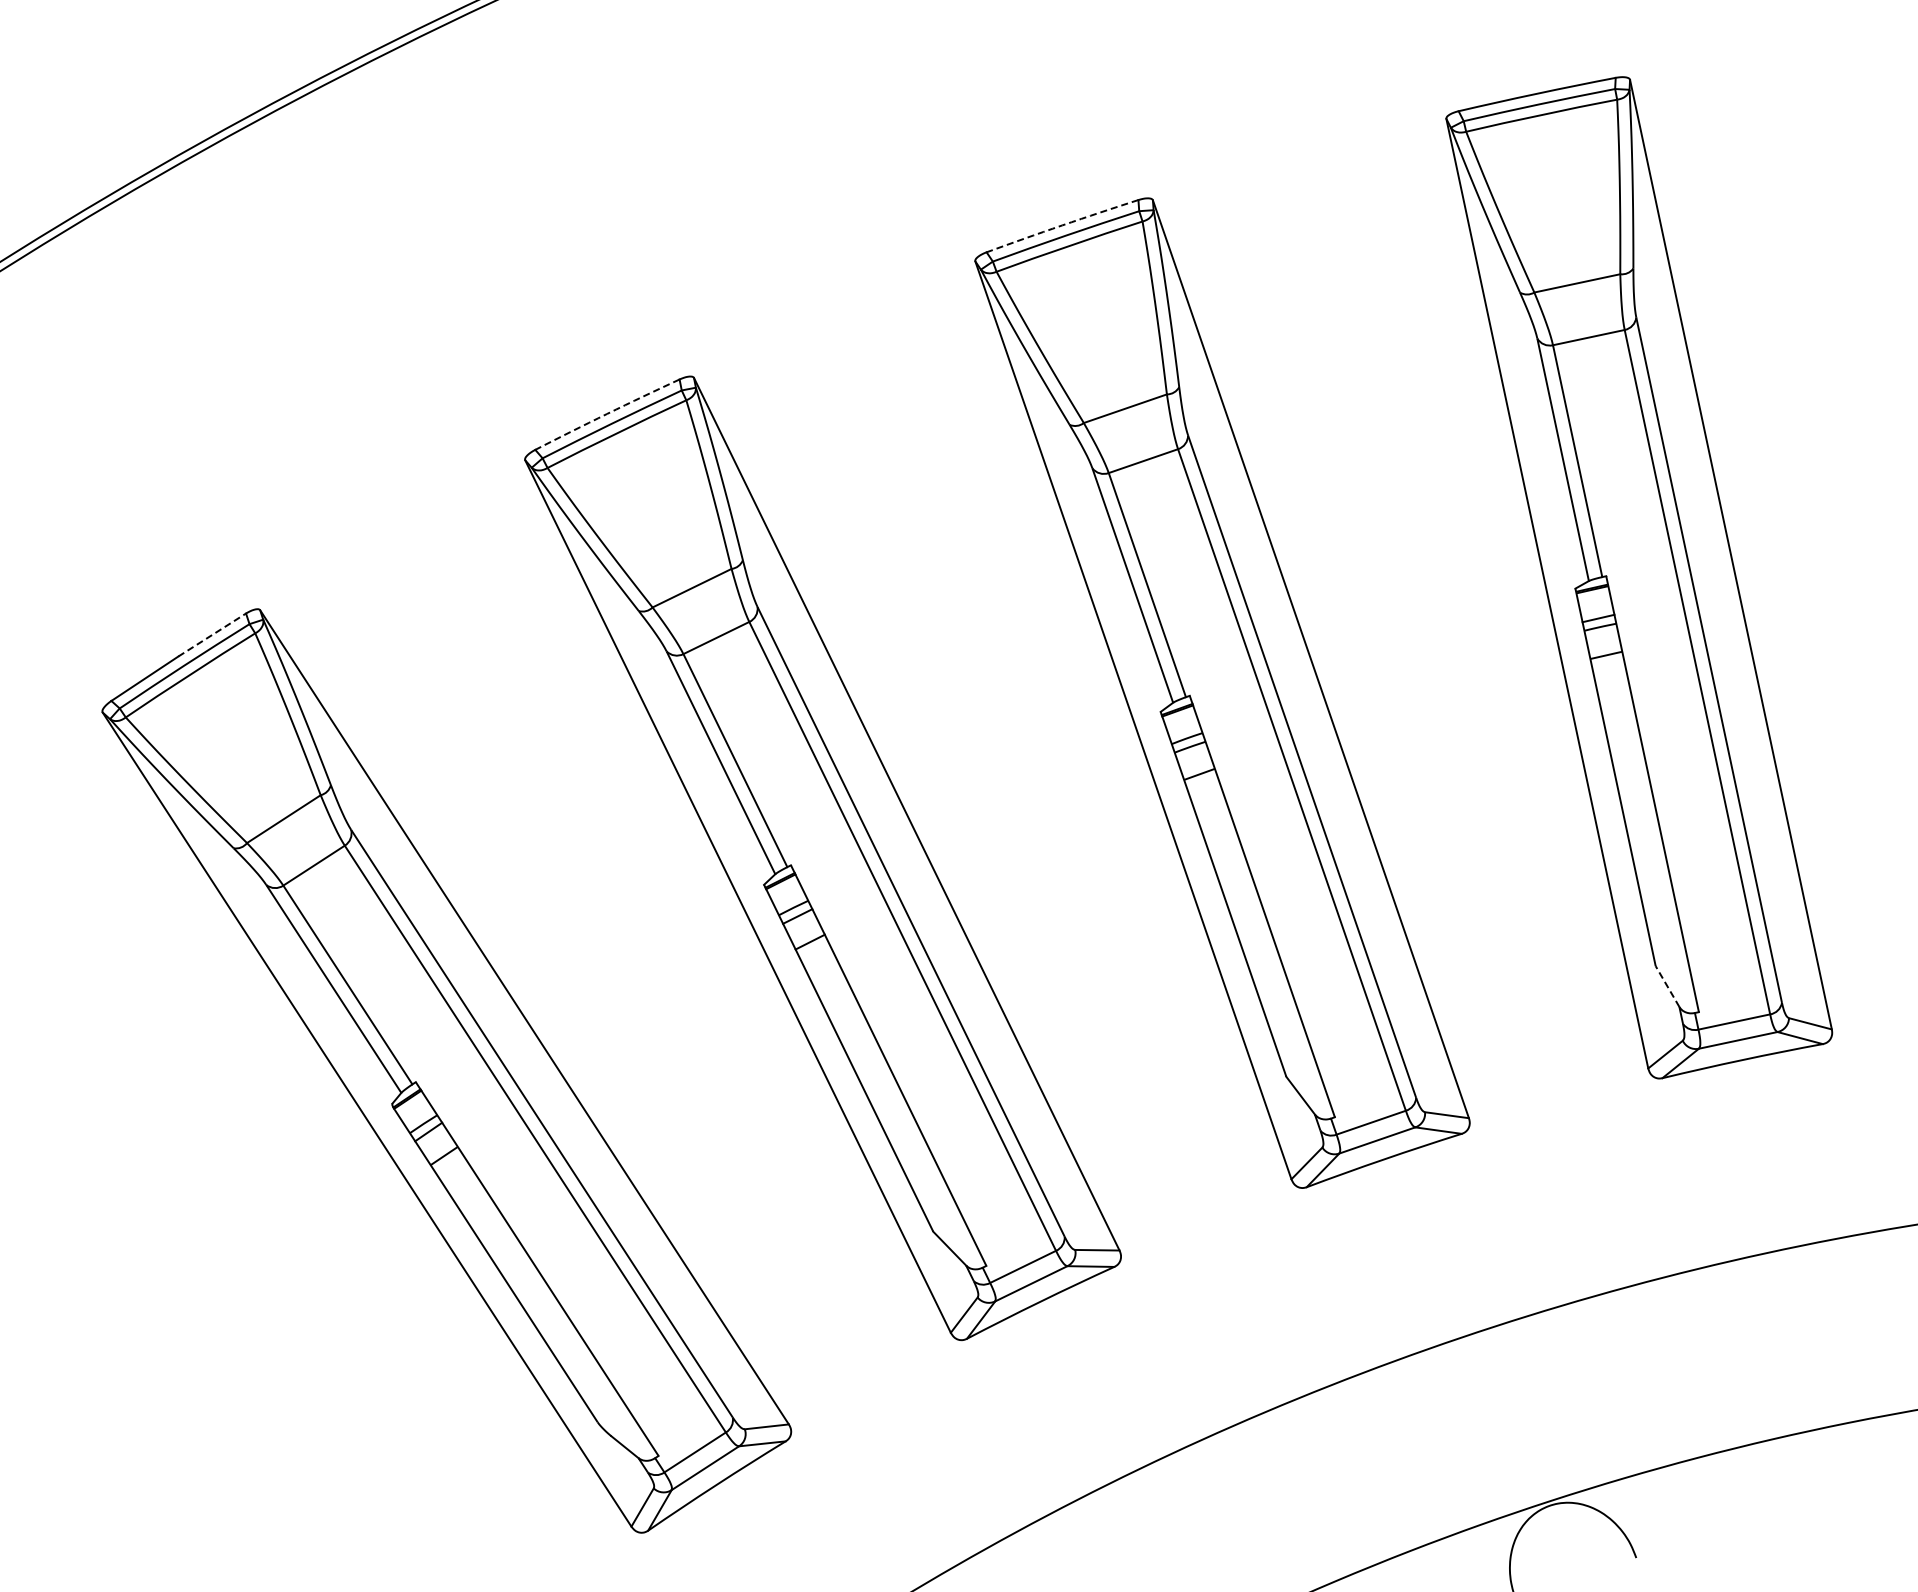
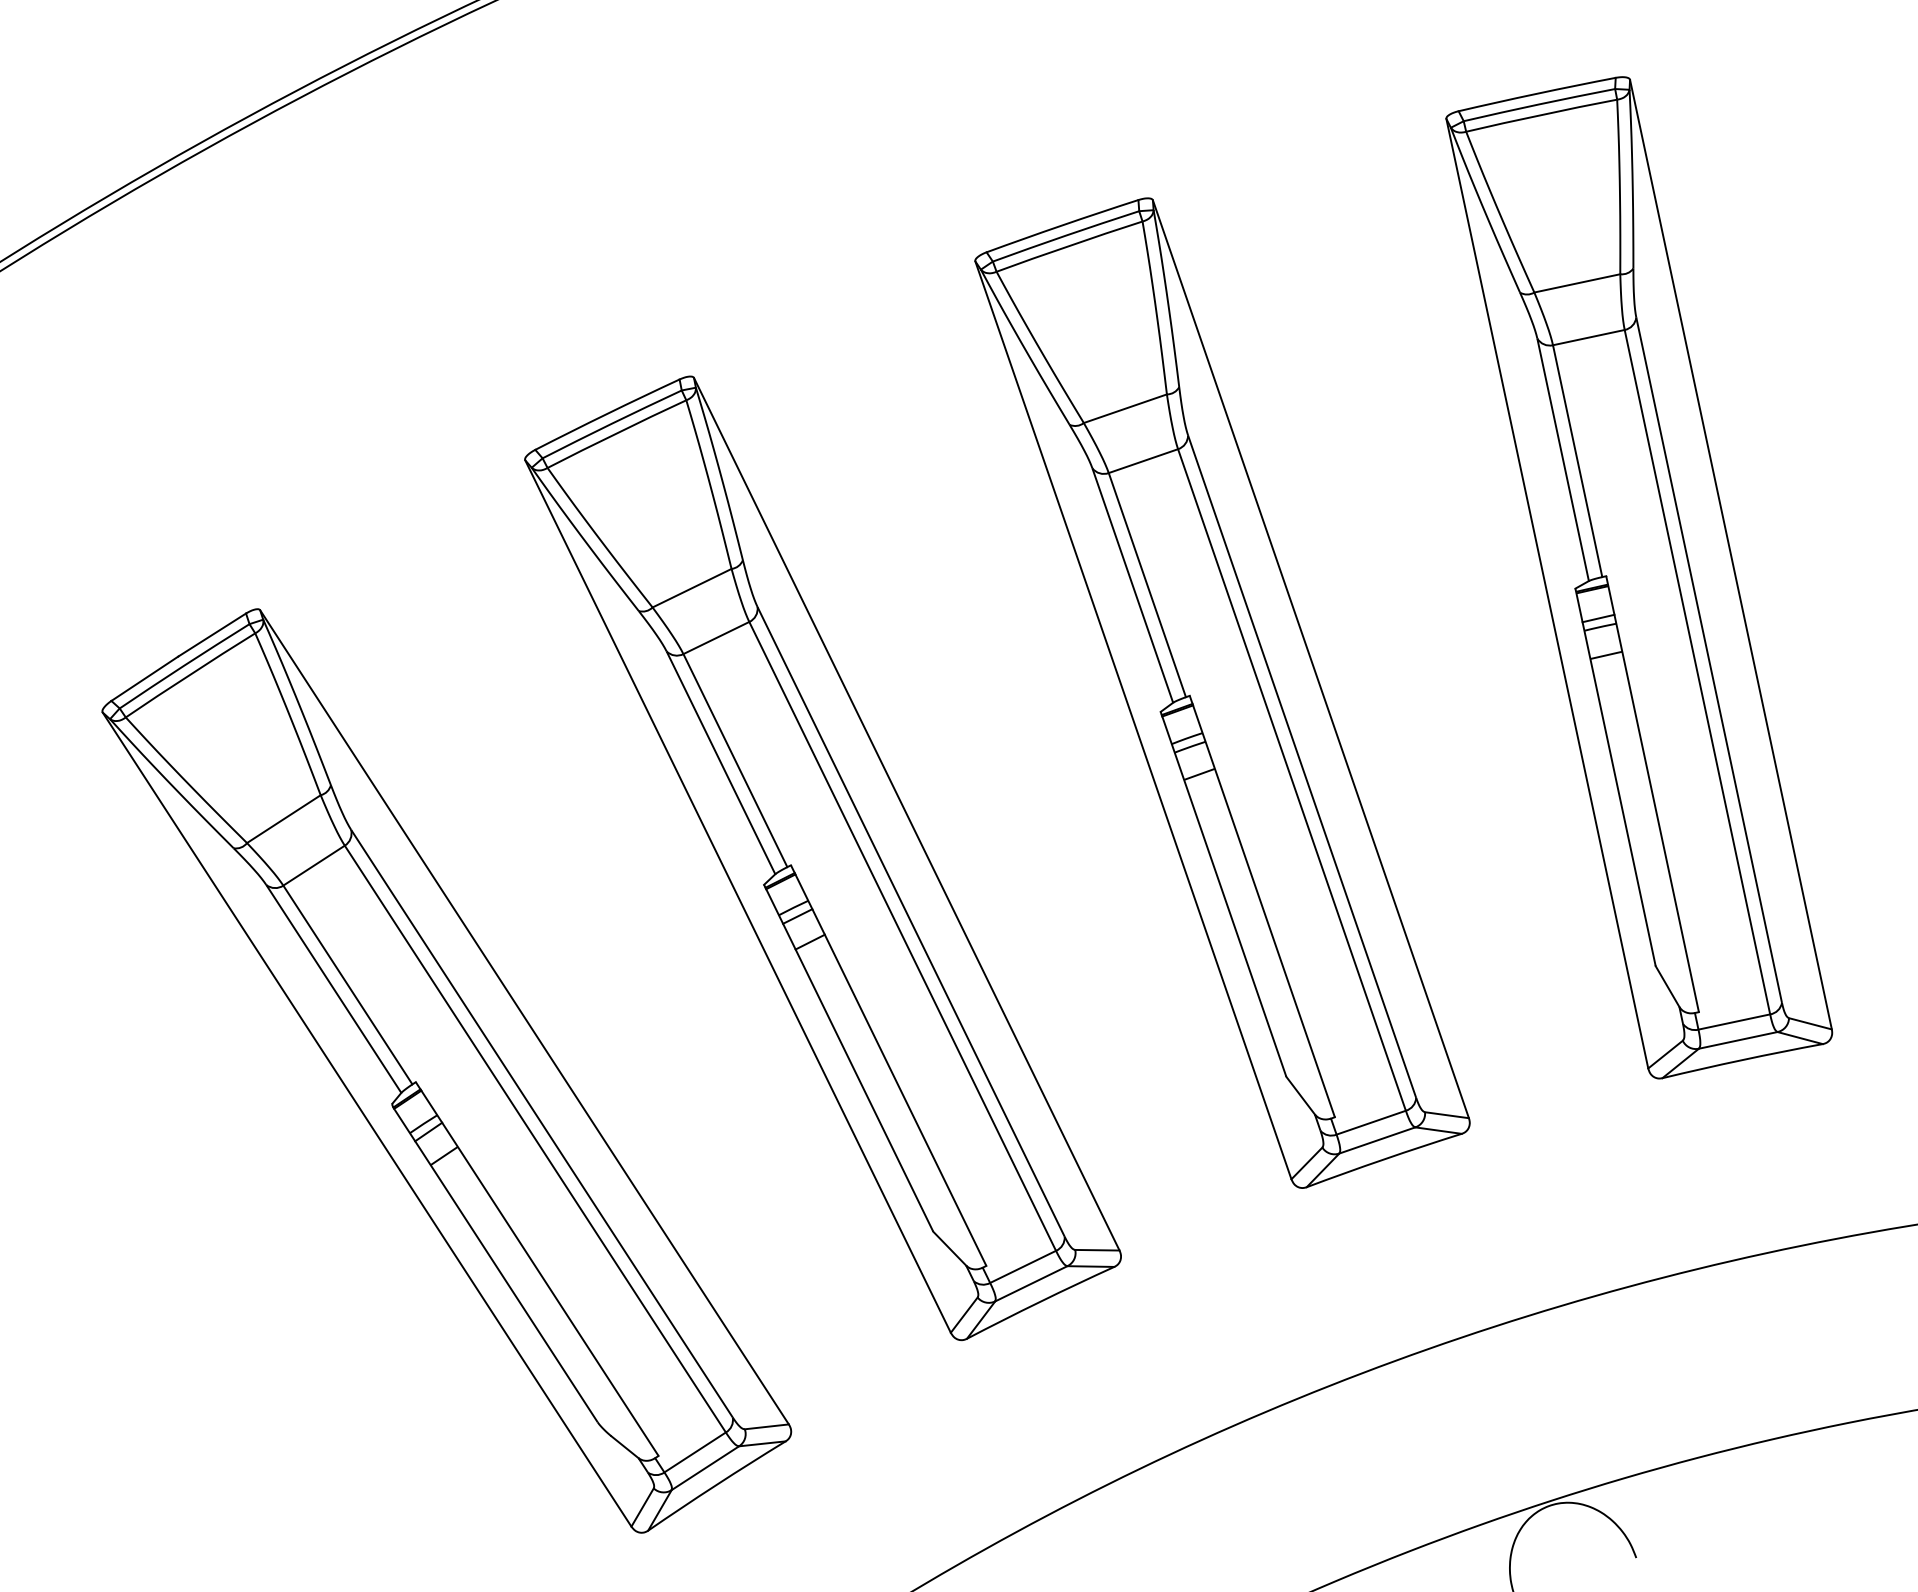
arc at (1062, 225): dashed -> solid
arc at (607, 413): dashed -> solid
line at (212, 634): dashed -> solid
line at (1667, 986): dashed -> solid
